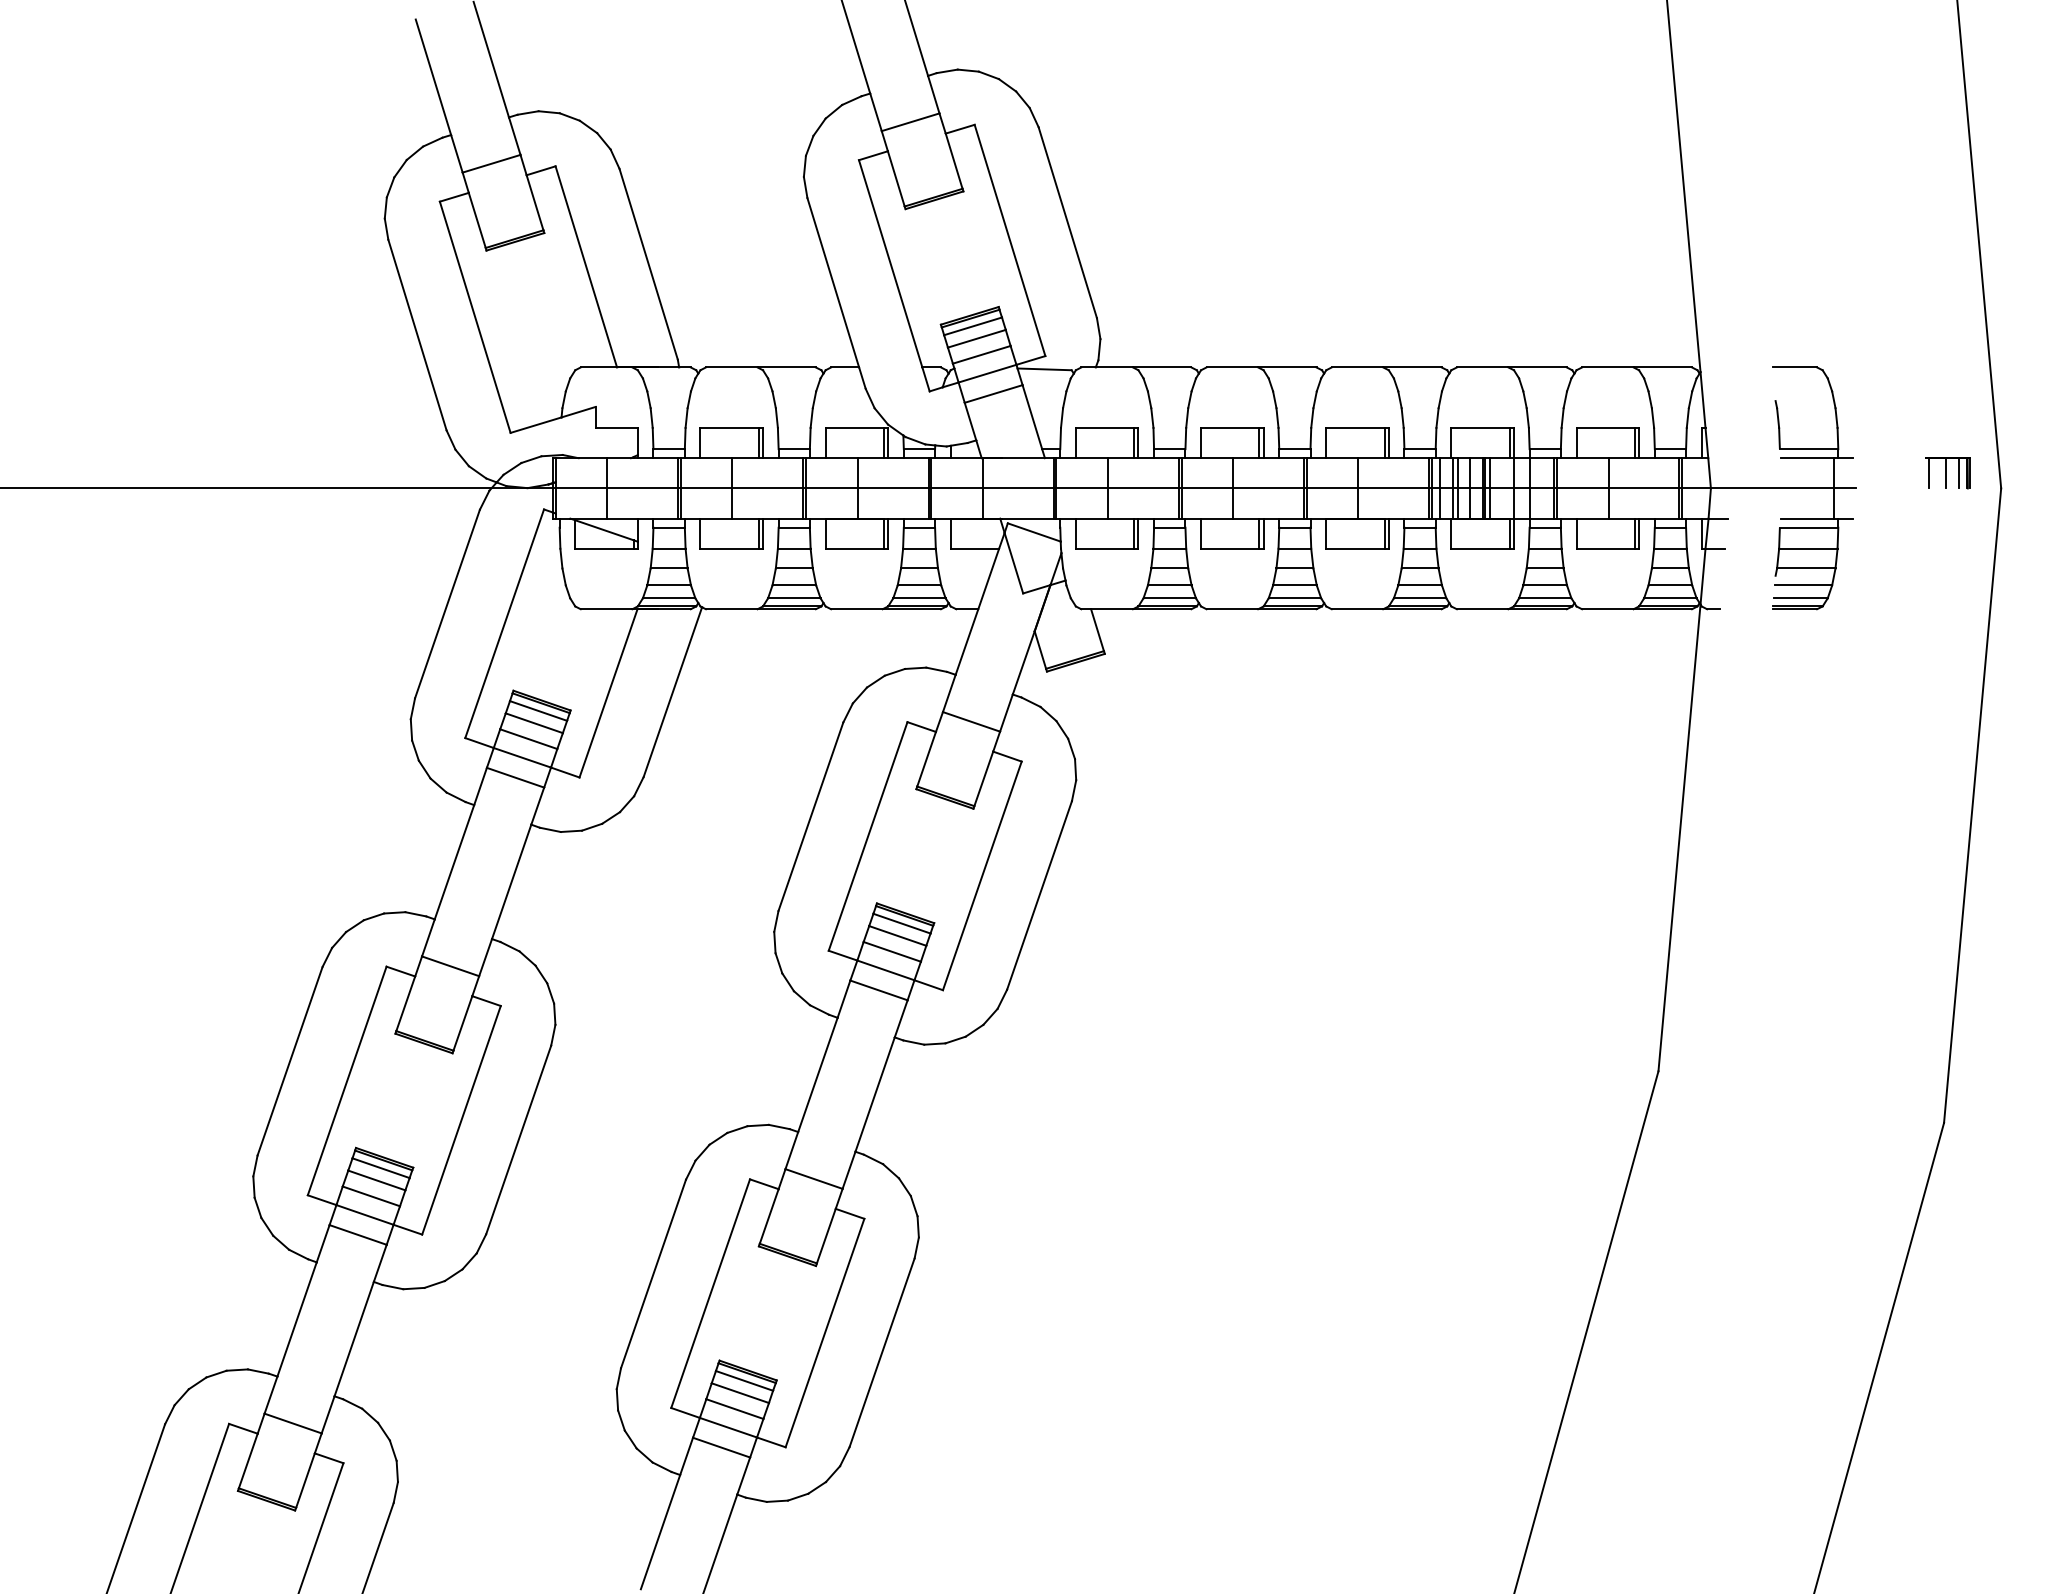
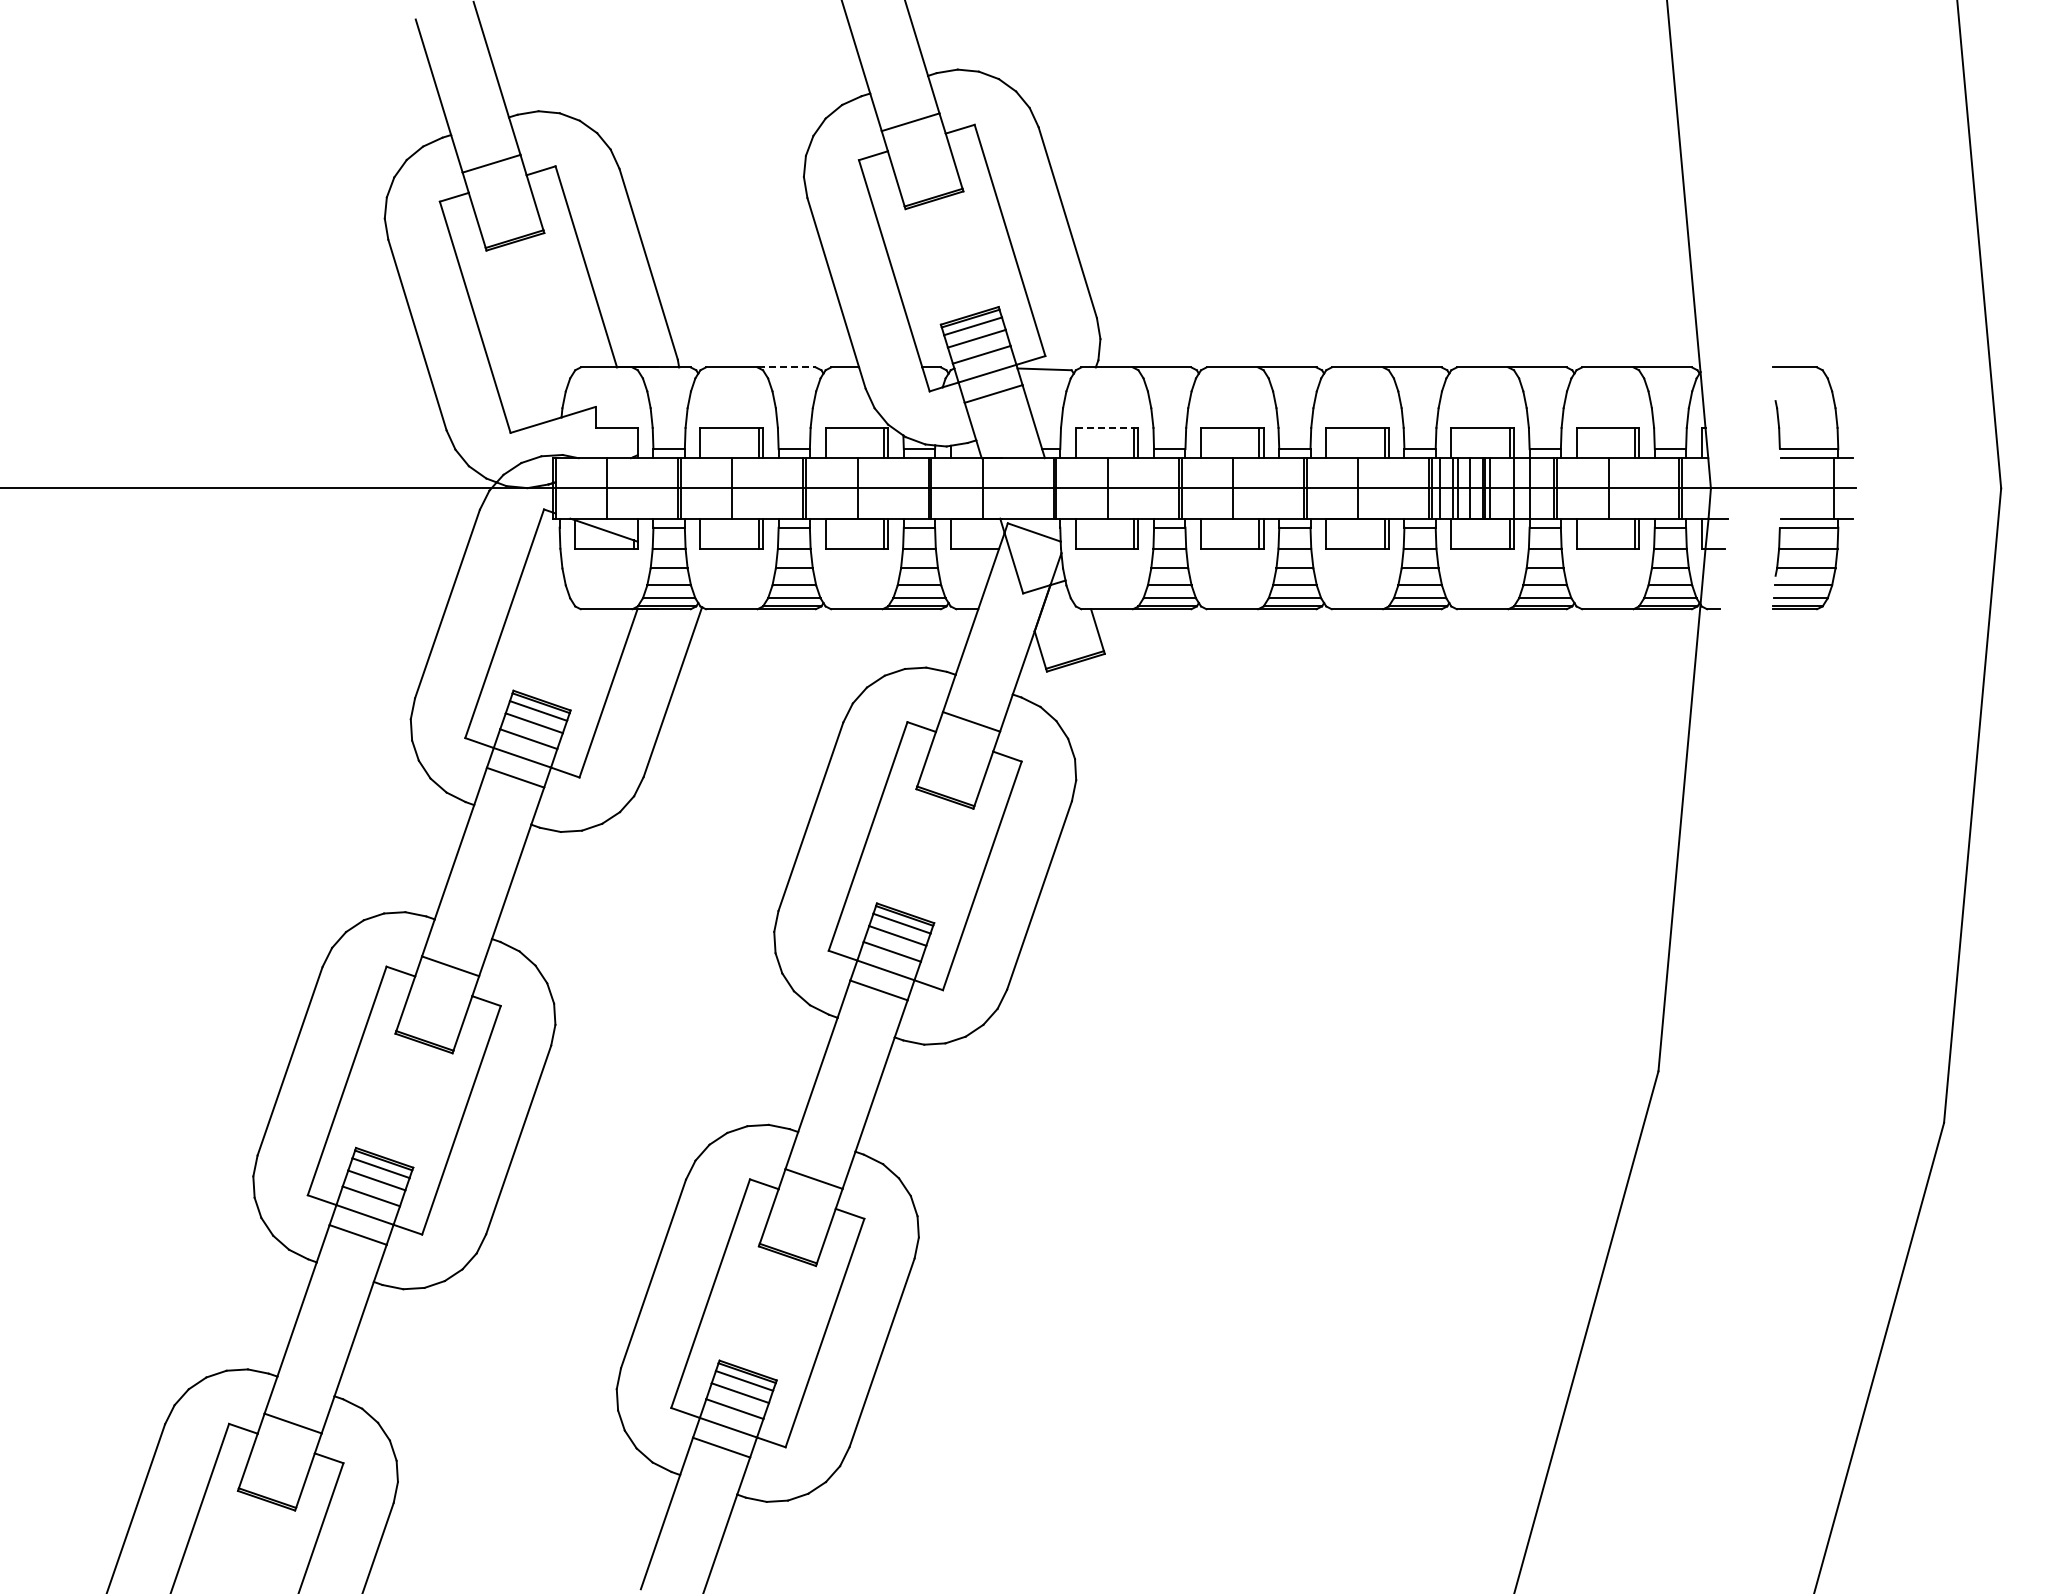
line at (787, 367): solid -> dashed
line at (1105, 427): solid -> dashed
part at (1947, 473): present -> none
